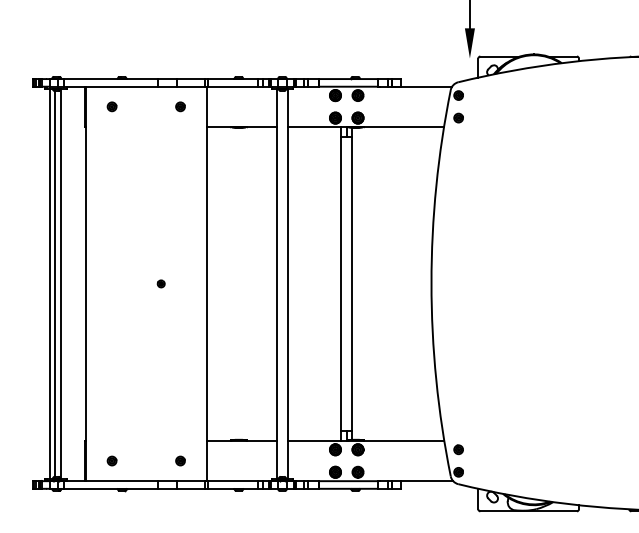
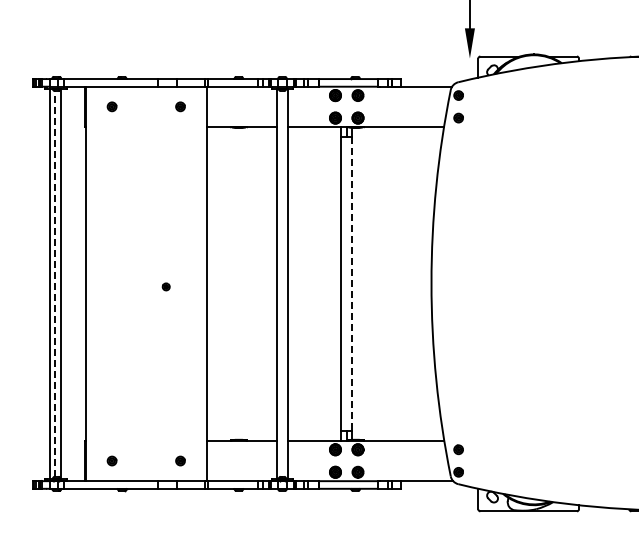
line at (55, 283): solid -> dashed
part at (160, 283) position: (160, 283) -> (165, 286)
line at (352, 283): solid -> dashed
